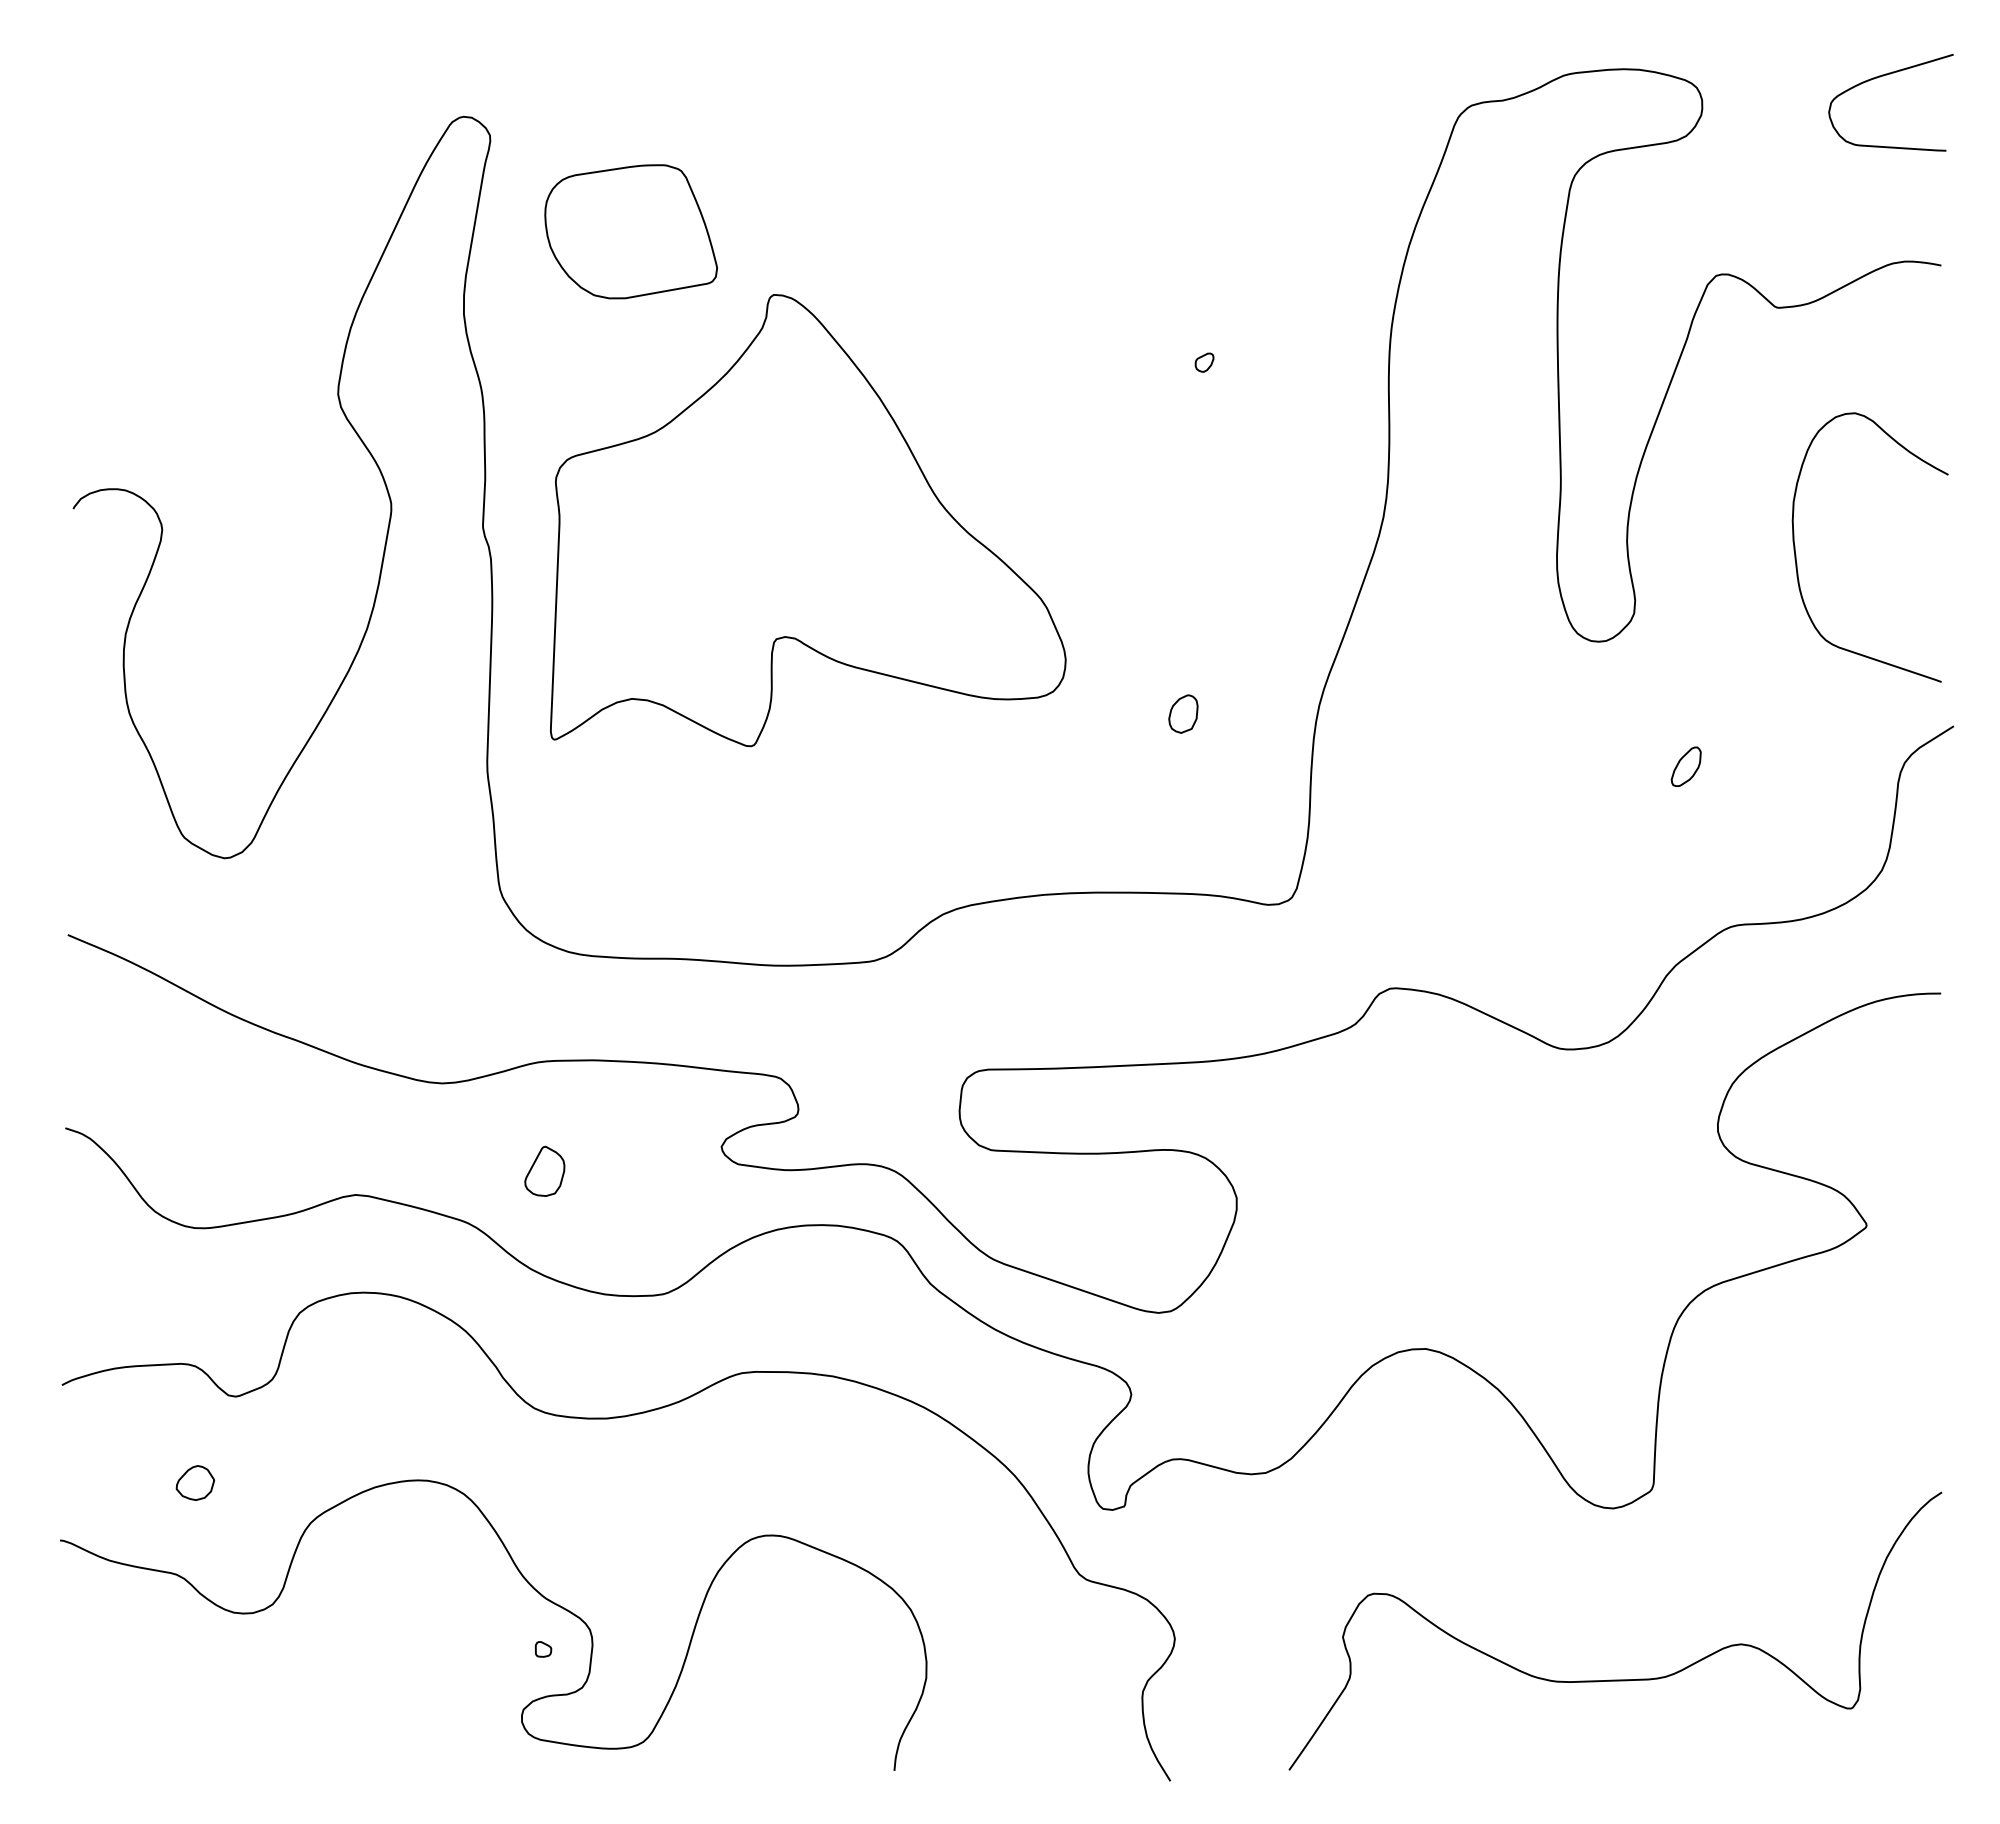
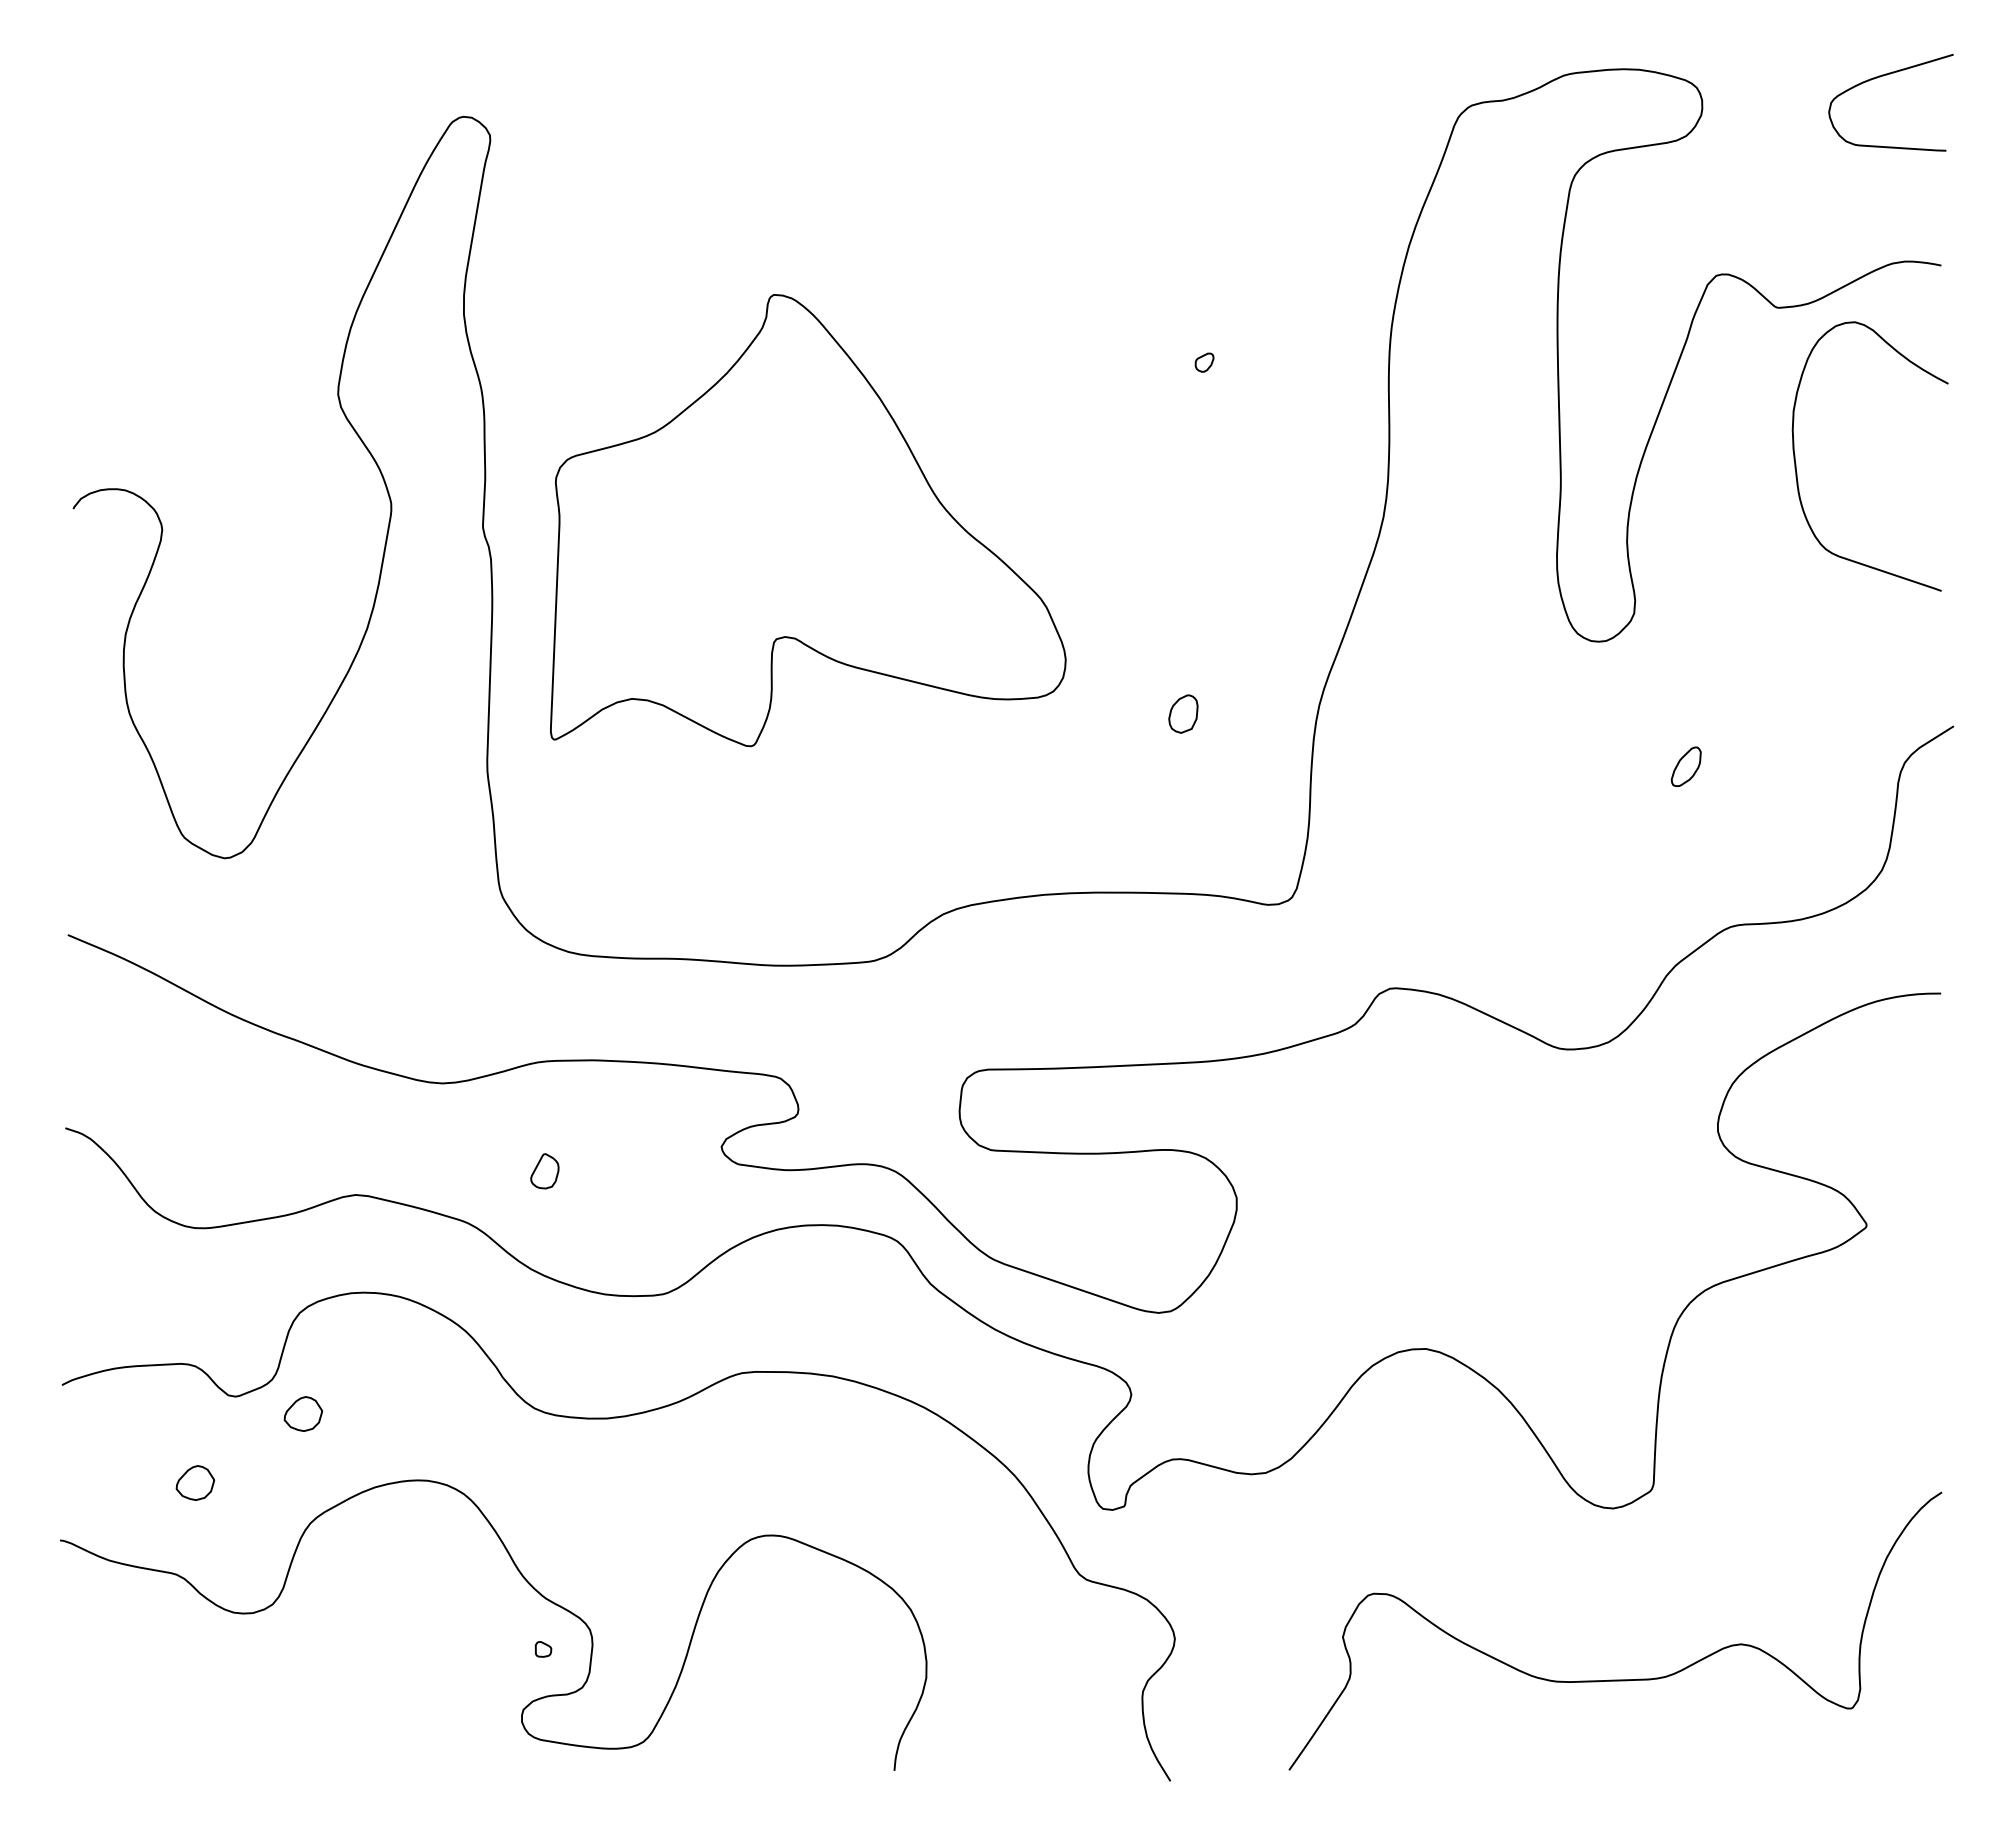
part at (630, 231): present -> none
curve at (1796, 554) position: (1796, 554) -> (1796, 463)
part at (544, 1170) size: 42x52 px -> 30x37 px
part at (303, 1413): none -> present
